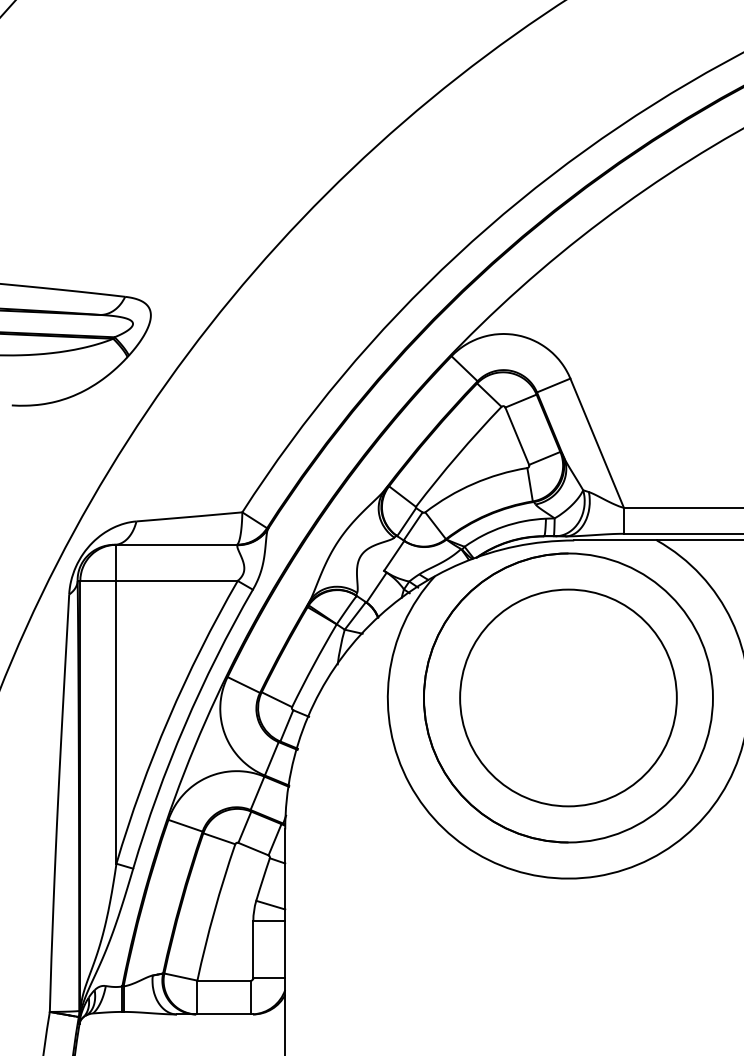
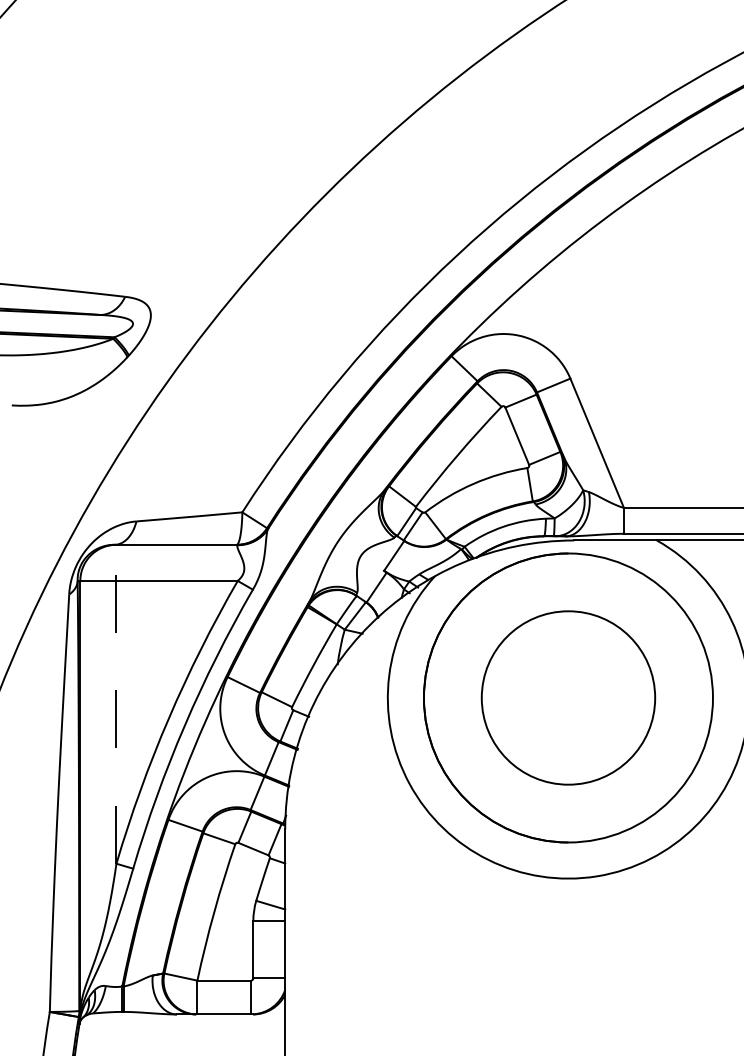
circle at (568, 697) diameter: 217 px -> 173 px
line at (116, 703): solid -> dashed
